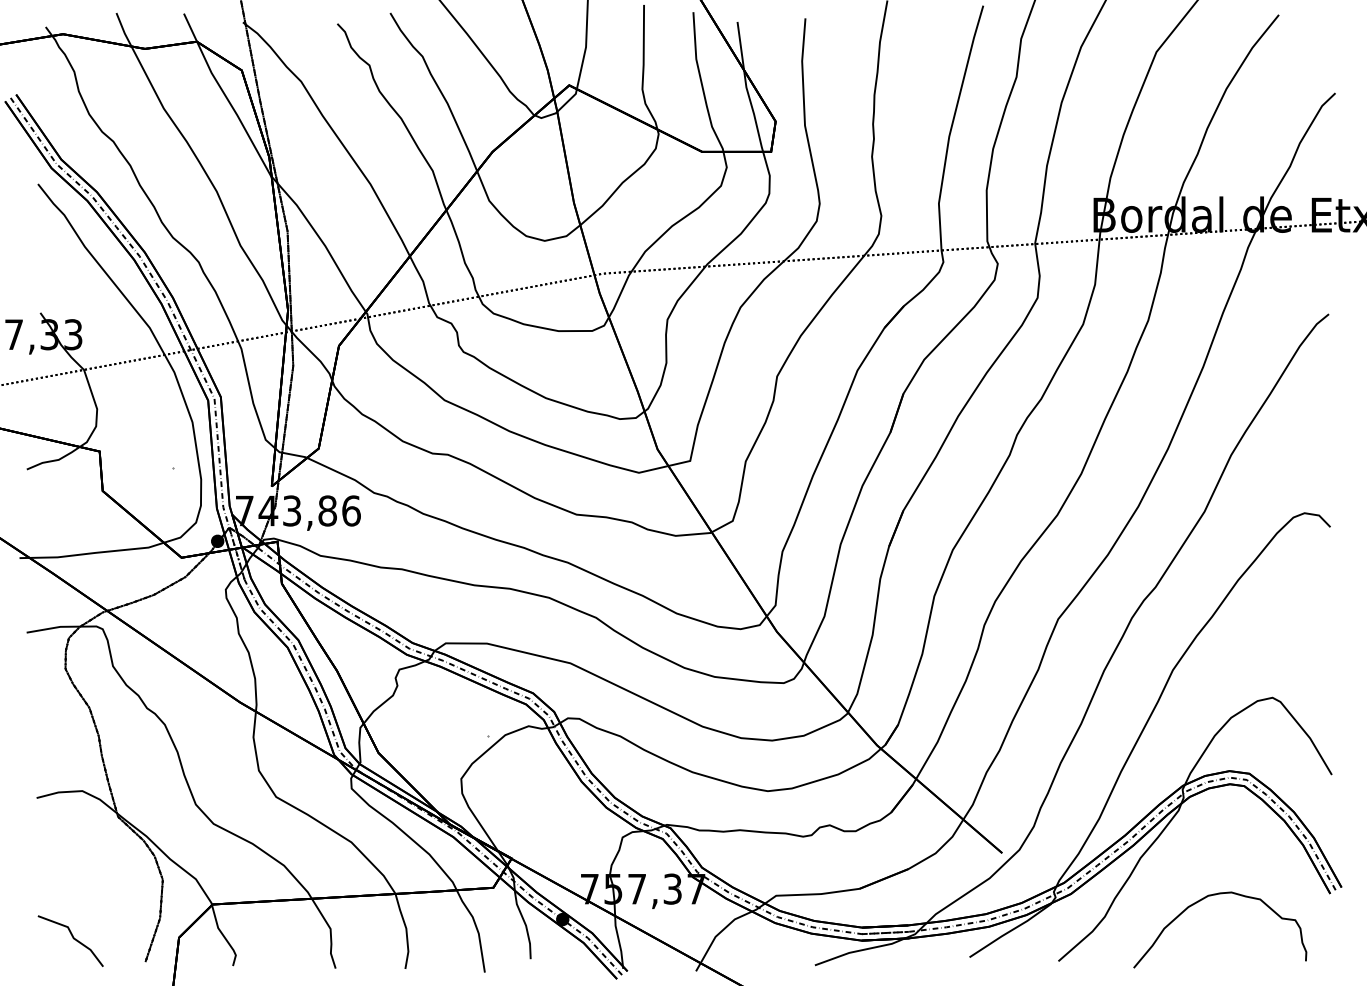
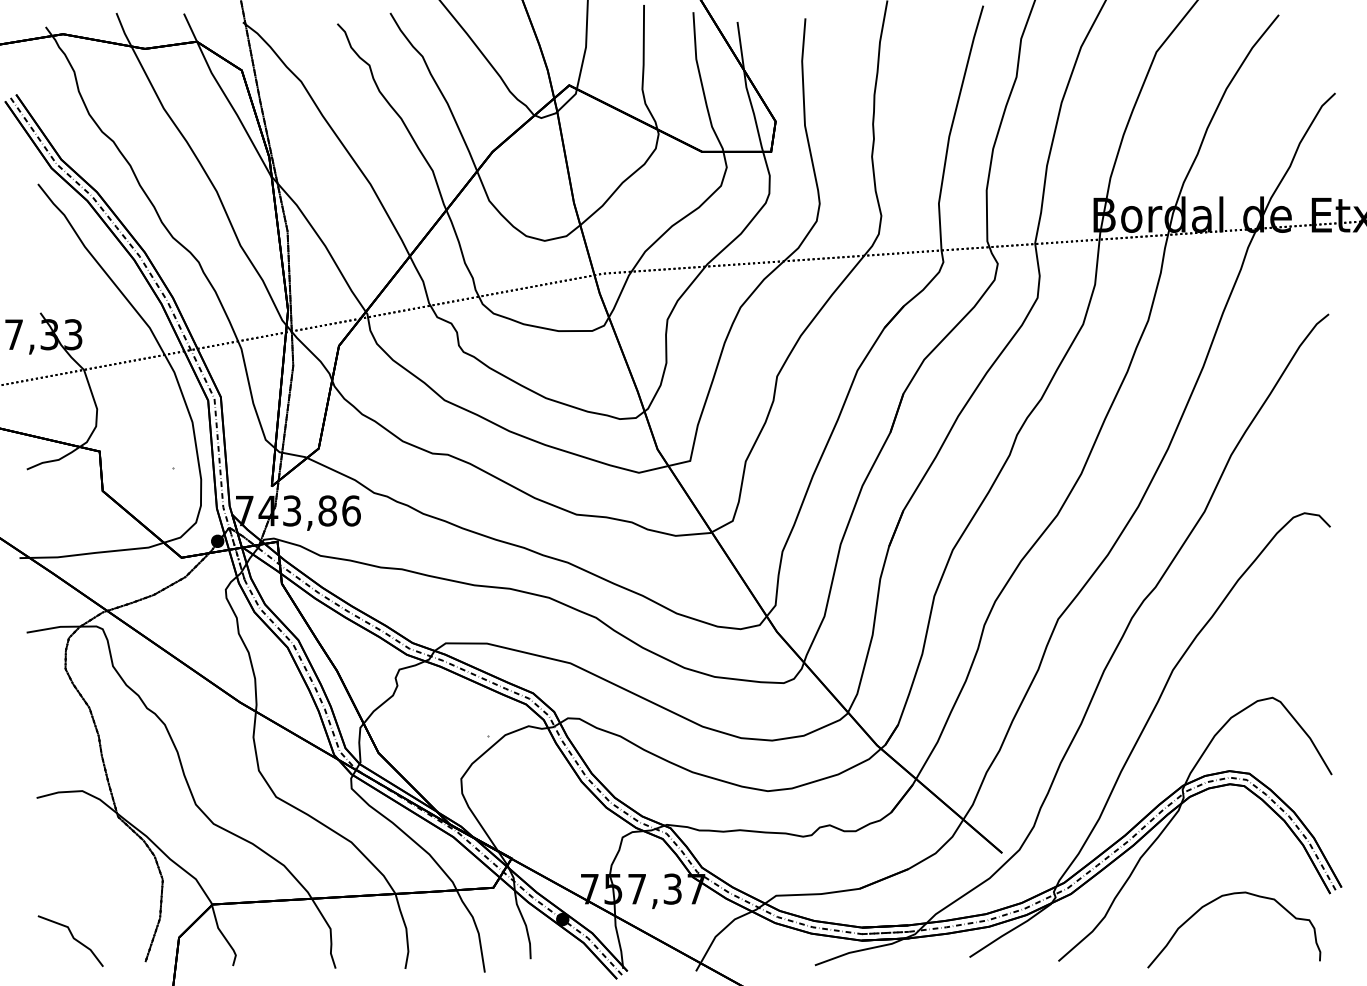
curve at (1202, 900) position: (1202, 900) -> (1216, 900)
